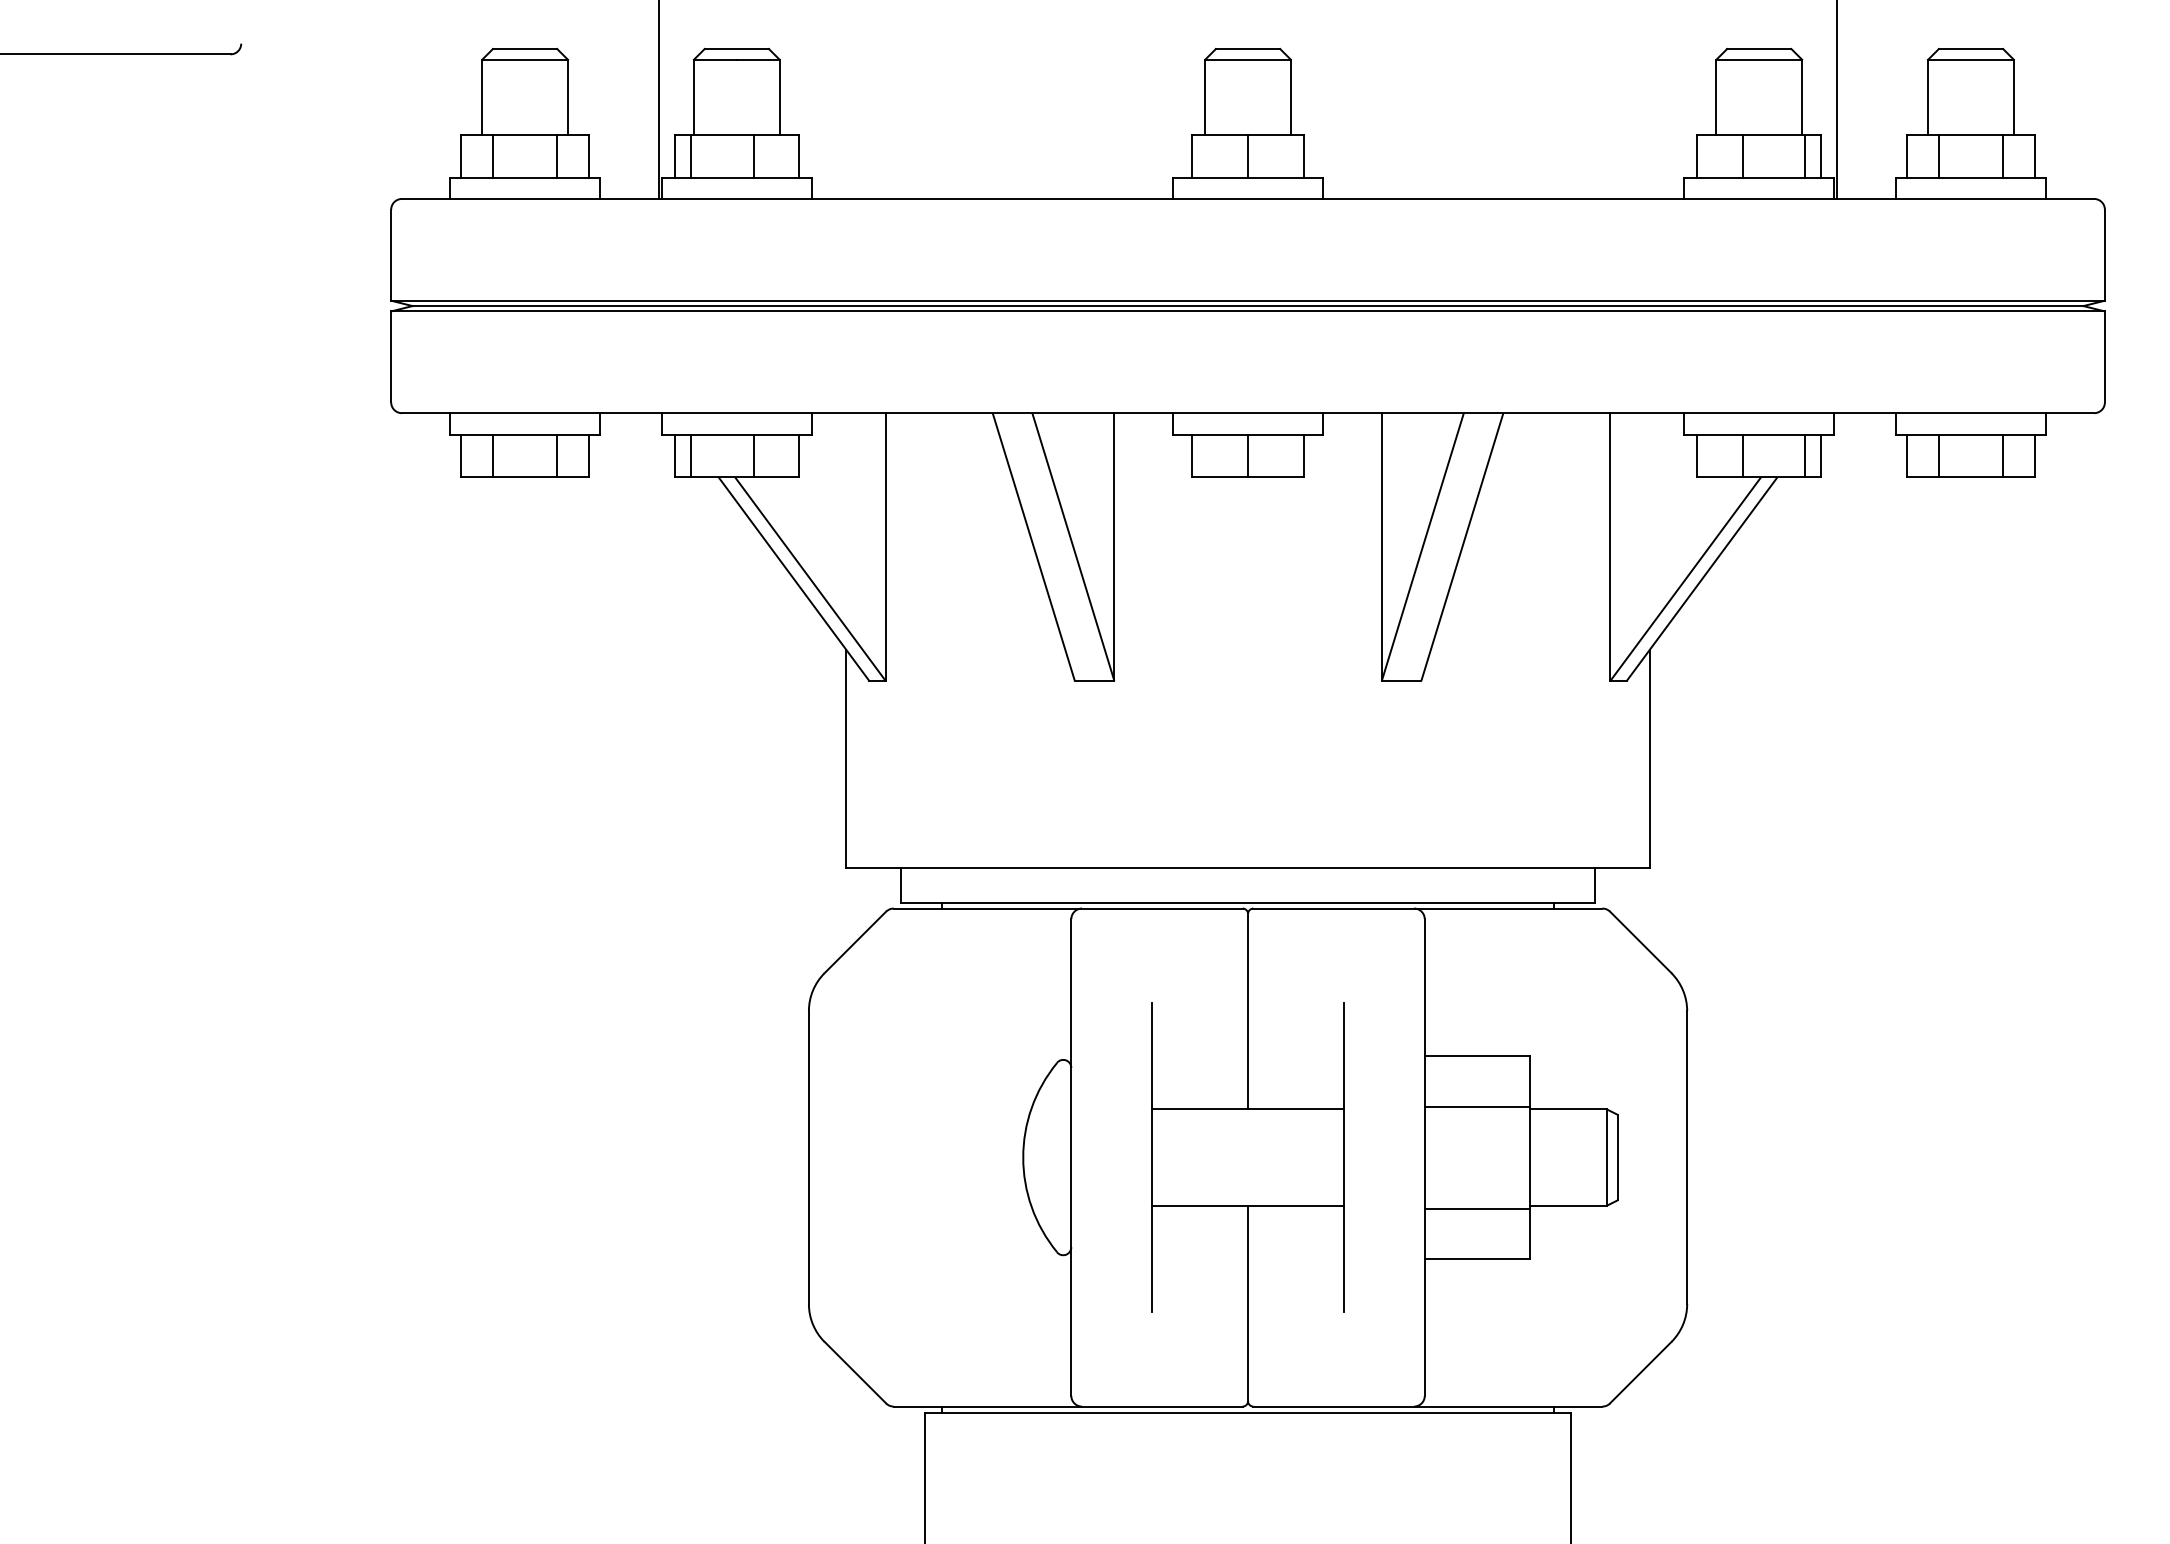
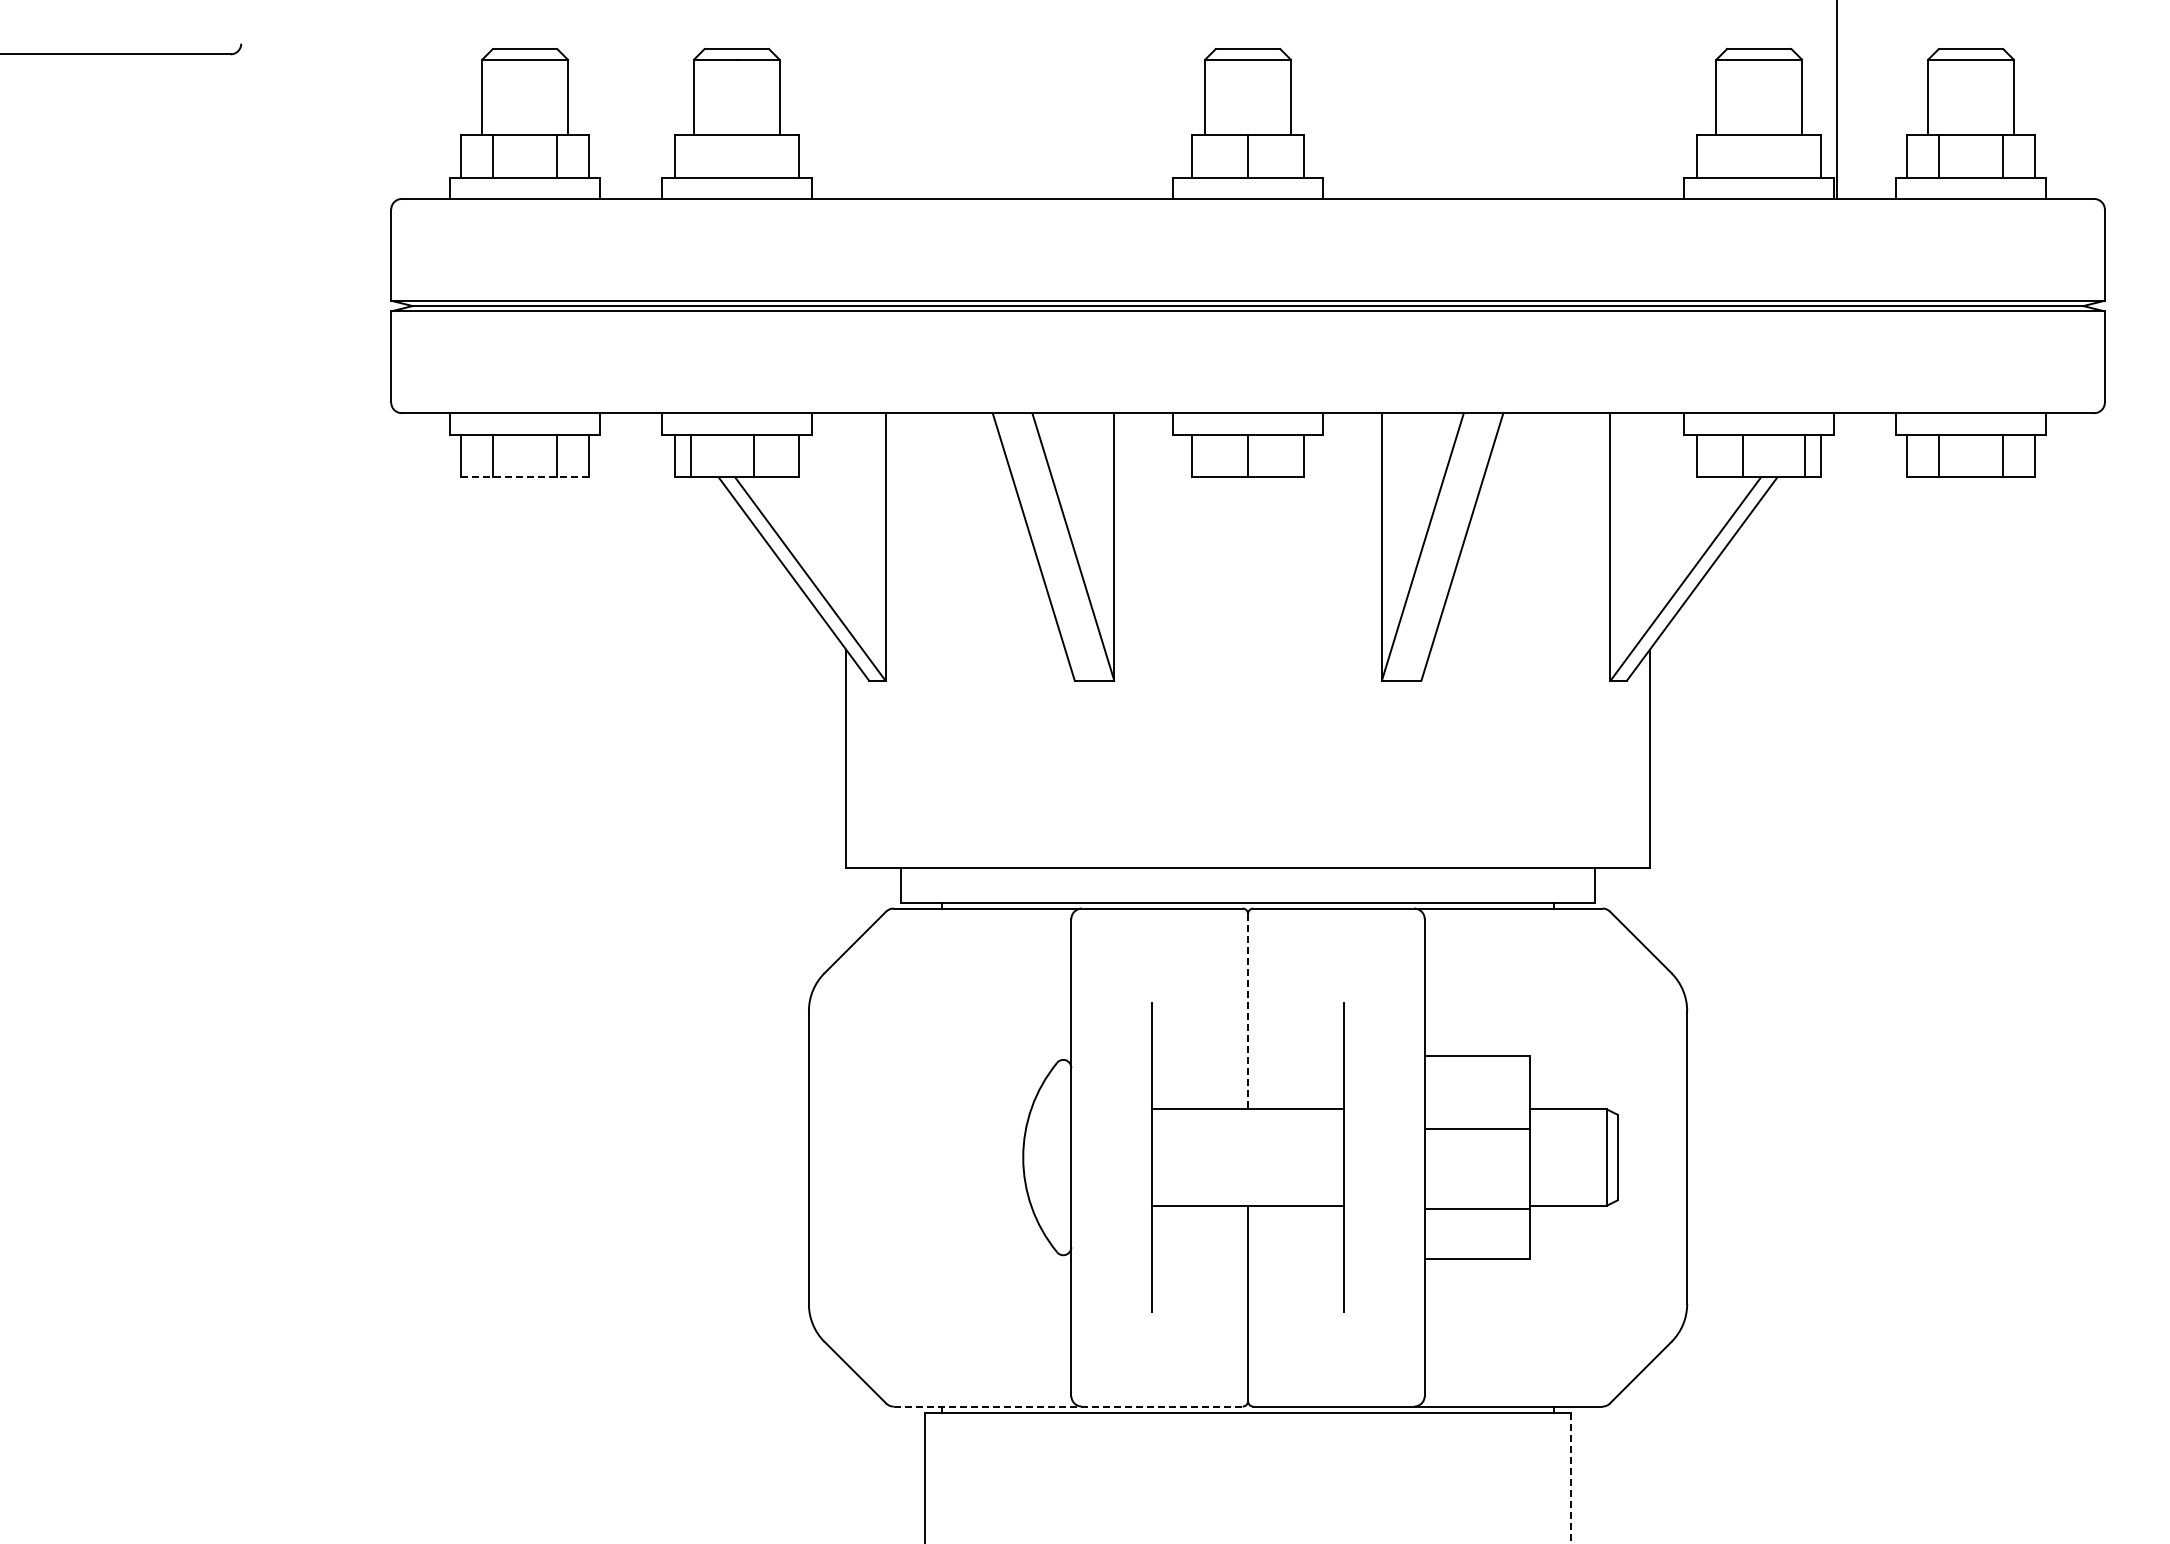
line at (658, 100): present -> none
line at (691, 155): present -> none
line at (753, 155): present -> none
line at (1742, 155): present -> none
line at (1804, 155): present -> none
line at (524, 477): solid -> dashed
line at (1248, 1011): solid -> dashed
line at (1477, 1106) position: (1477, 1106) -> (1477, 1128)
line at (1068, 1406): solid -> dashed
line at (1570, 1478): solid -> dashed
